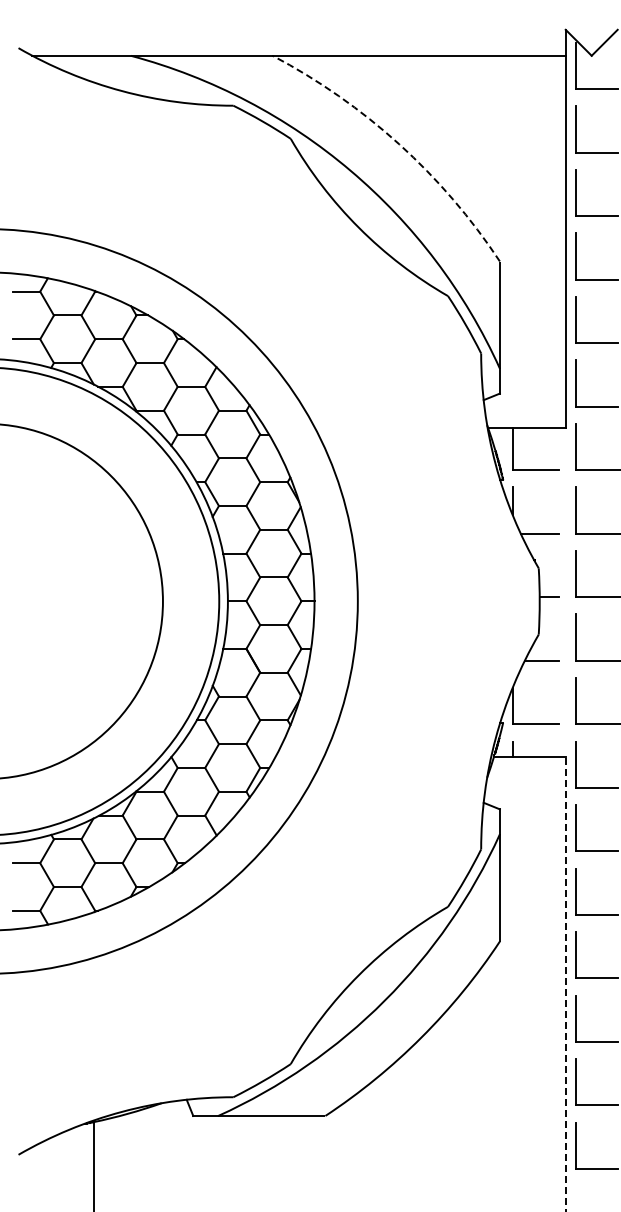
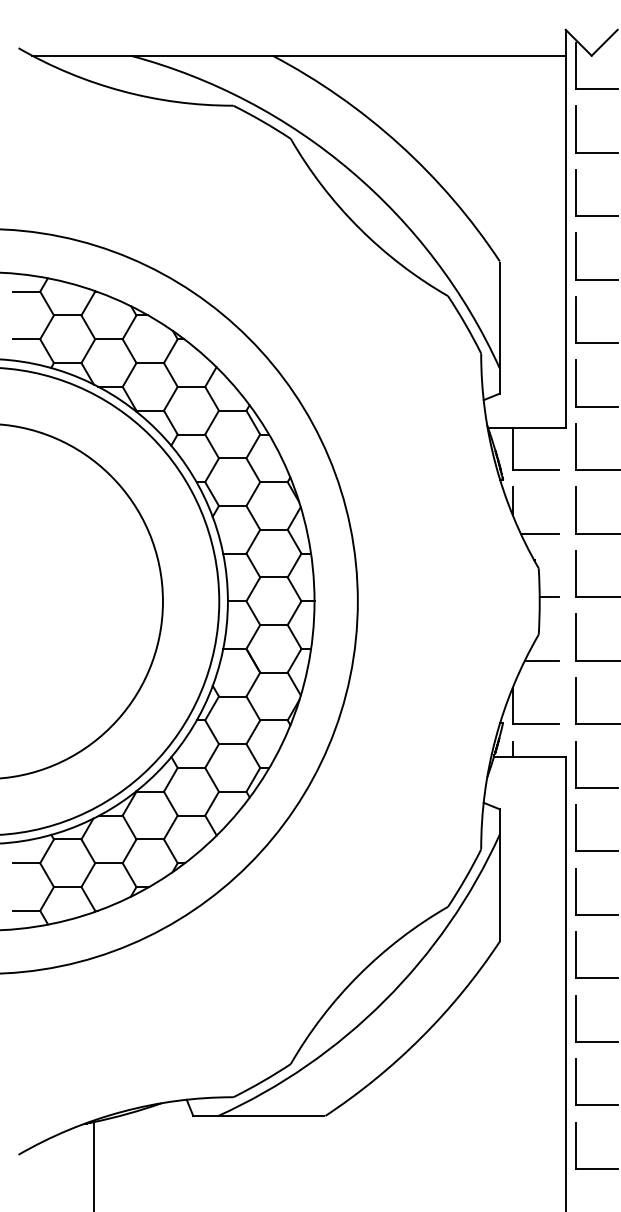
arc at (399, 144): dashed -> solid
line at (565, 983): dashed -> solid
